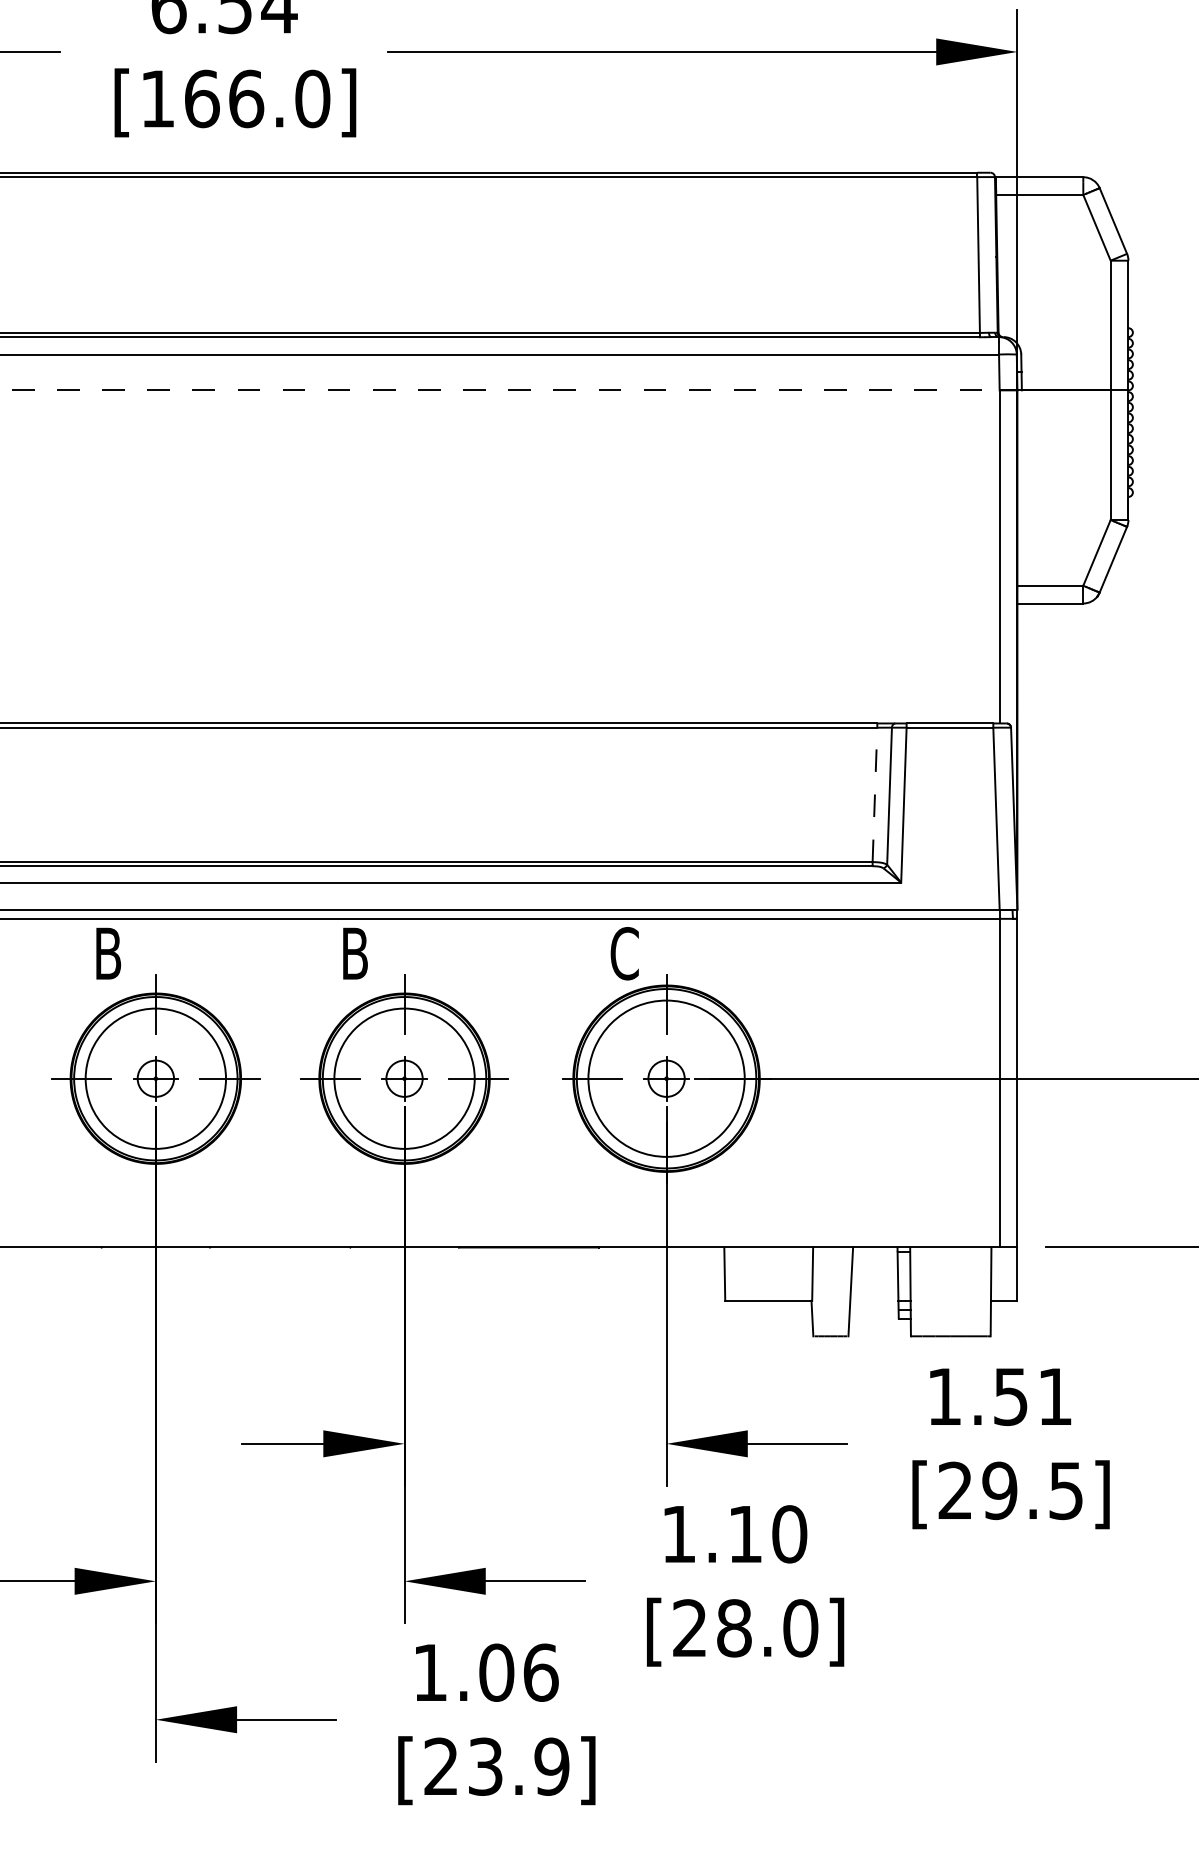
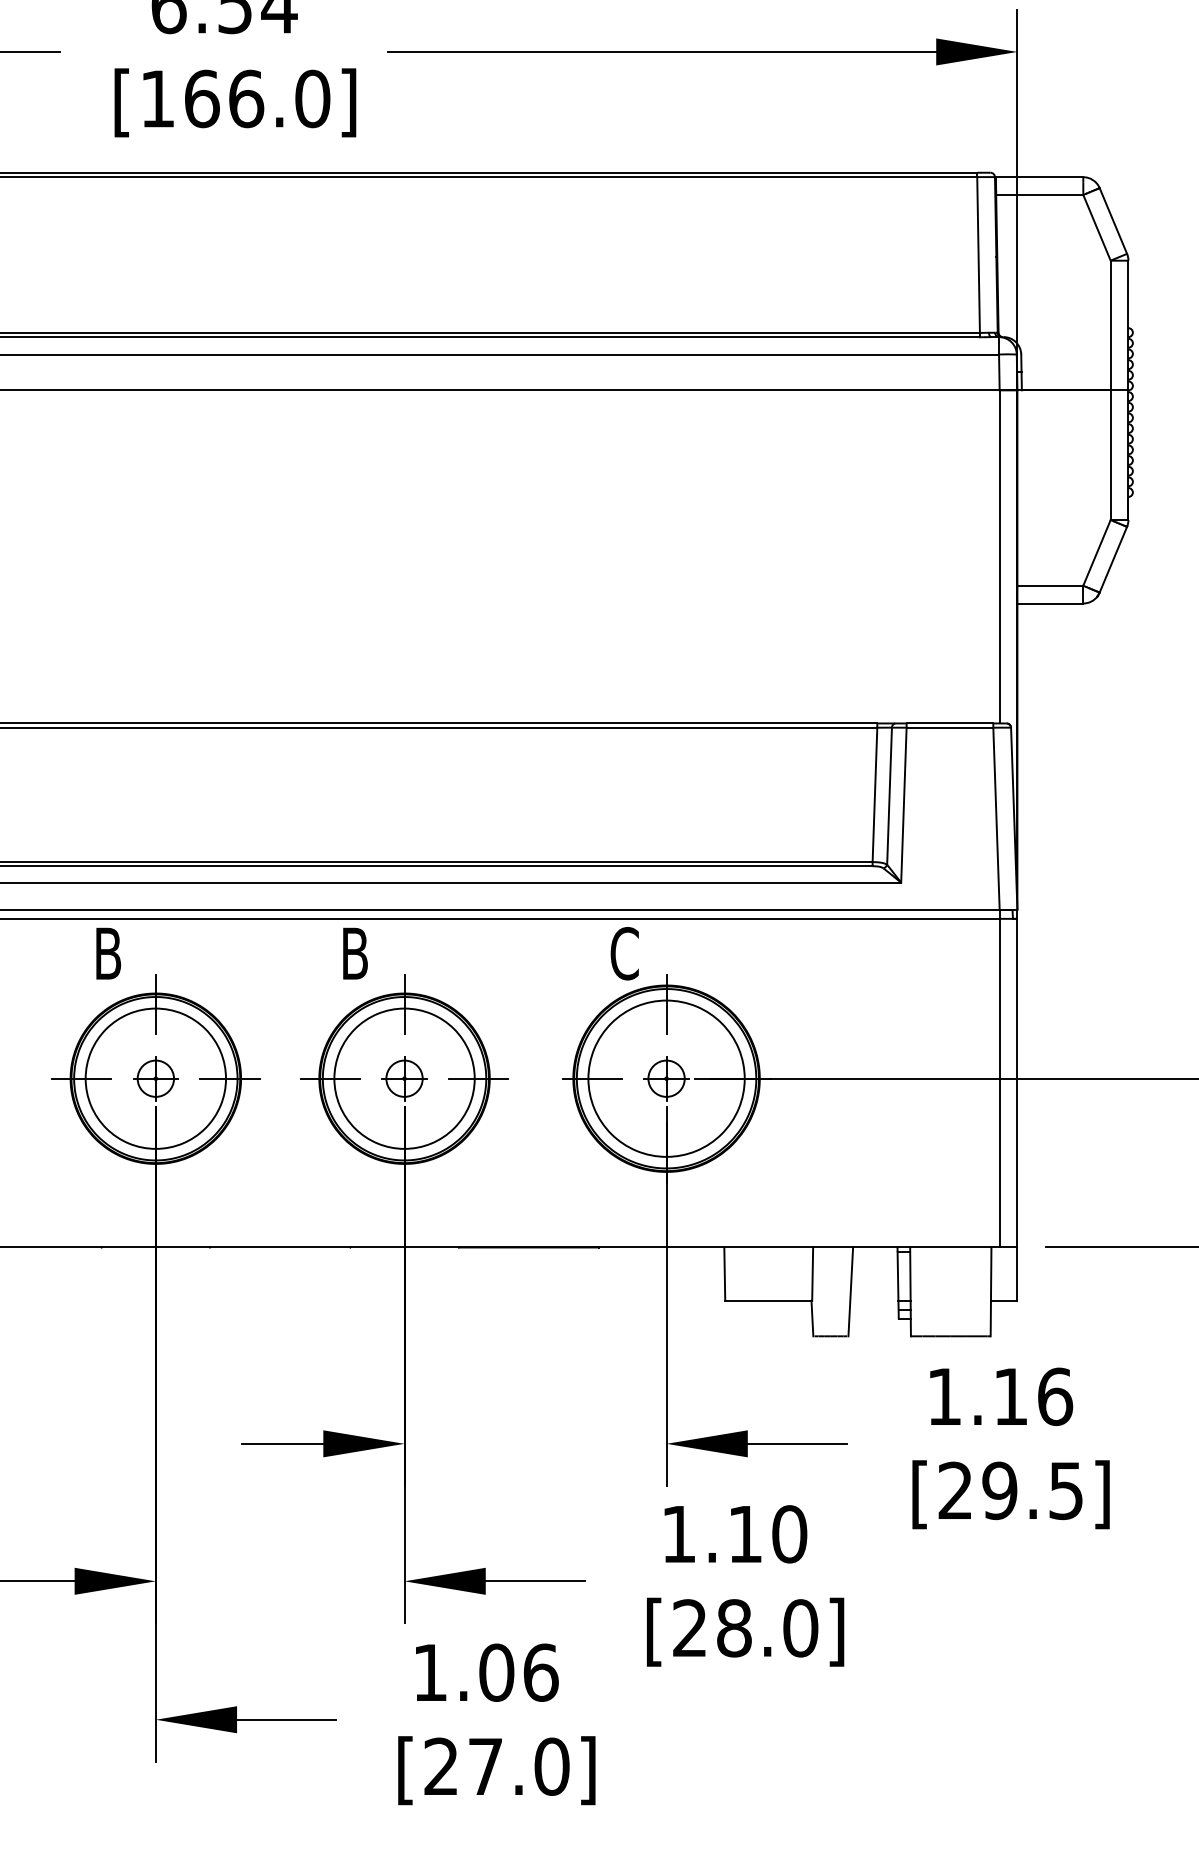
line at (500, 390): dashed -> solid
line at (874, 794): dashed -> solid
text at (1033, 1396): 1.51 -> 1.16
text at (519, 1766): [23.9] -> [27.0]
